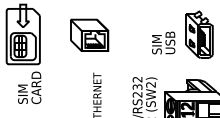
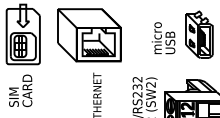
part at (89, 34) size: 40x34 px -> 65x55 px
text at (156, 38): SIM -> micro
text at (29, 87) position: (29, 87) -> (20, 90)
